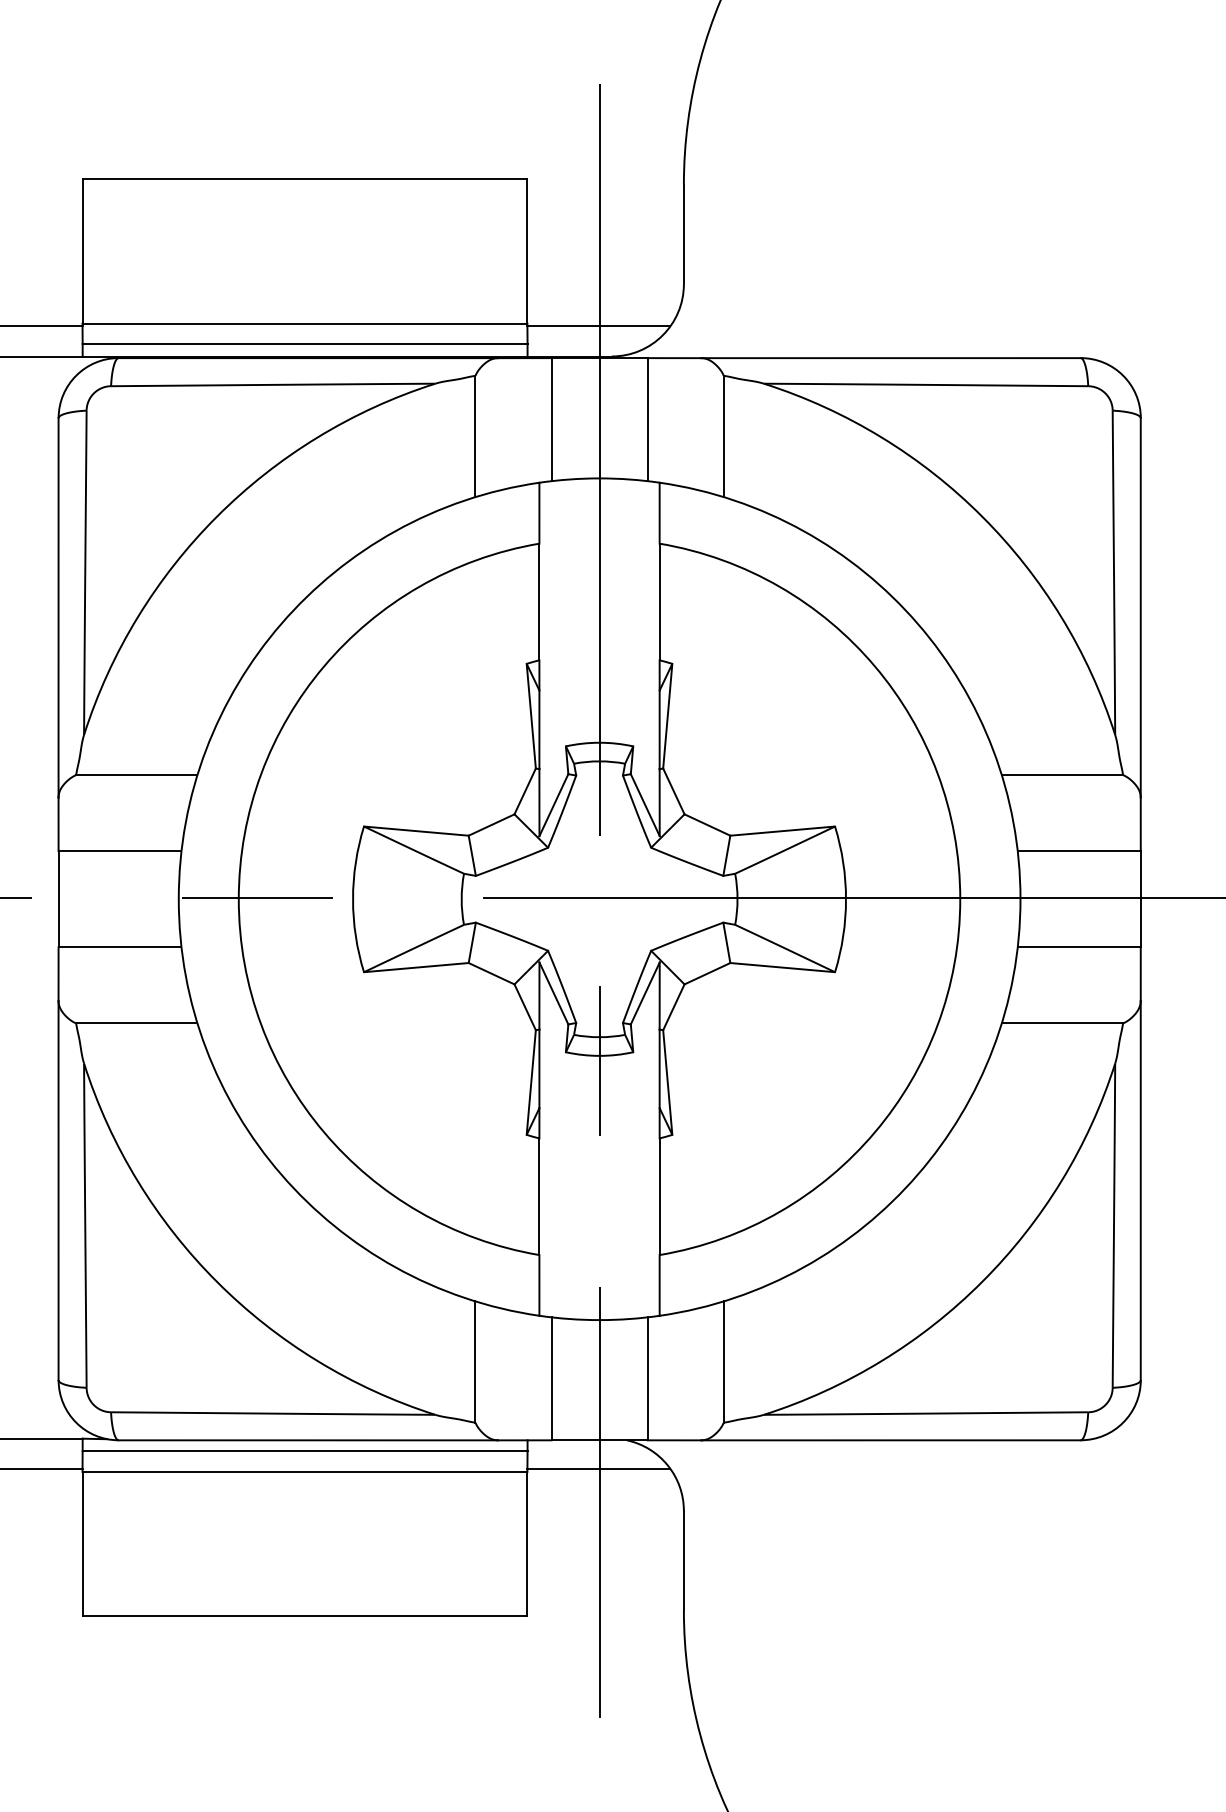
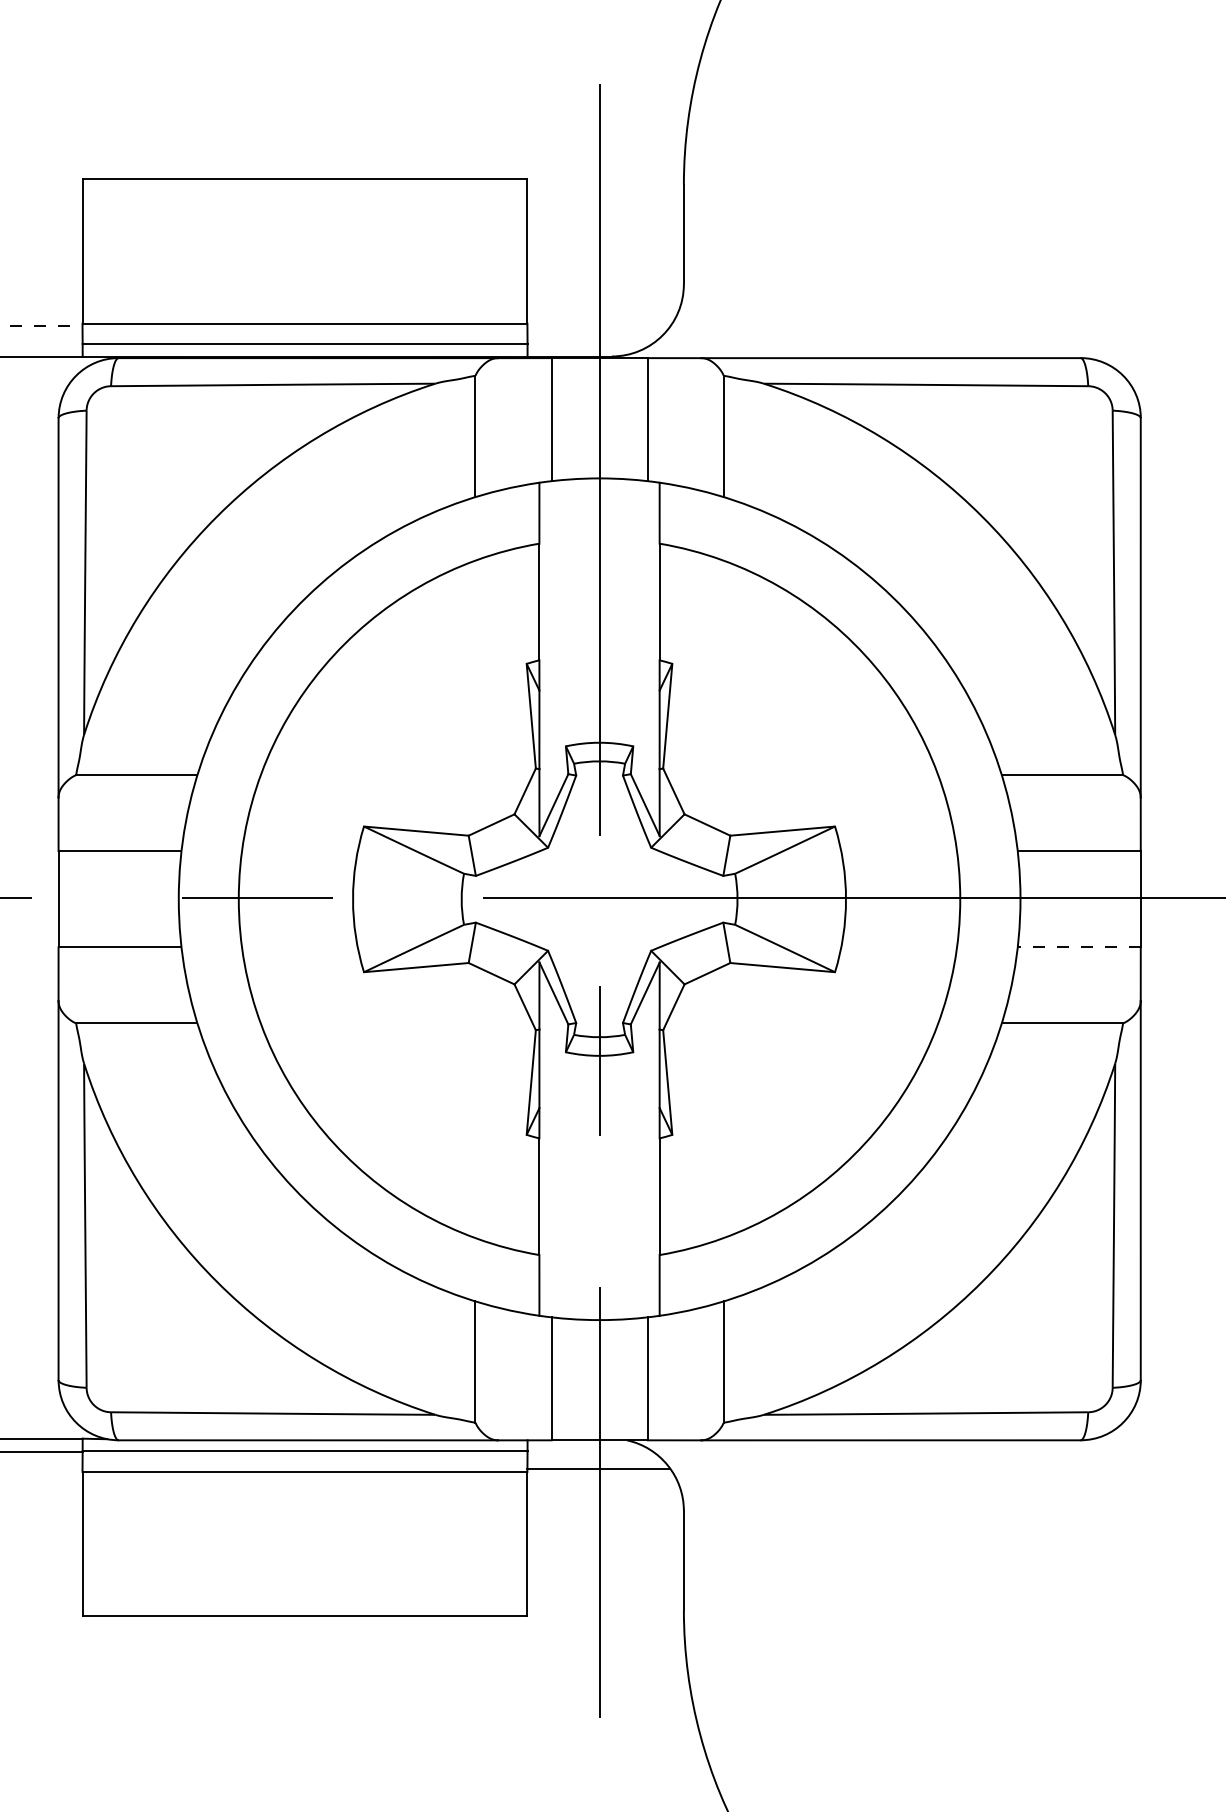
line at (41, 326): solid -> dashed
line at (598, 326): present -> none
line at (1079, 947): solid -> dashed
line at (42, 1468) position: (42, 1468) -> (42, 1451)
